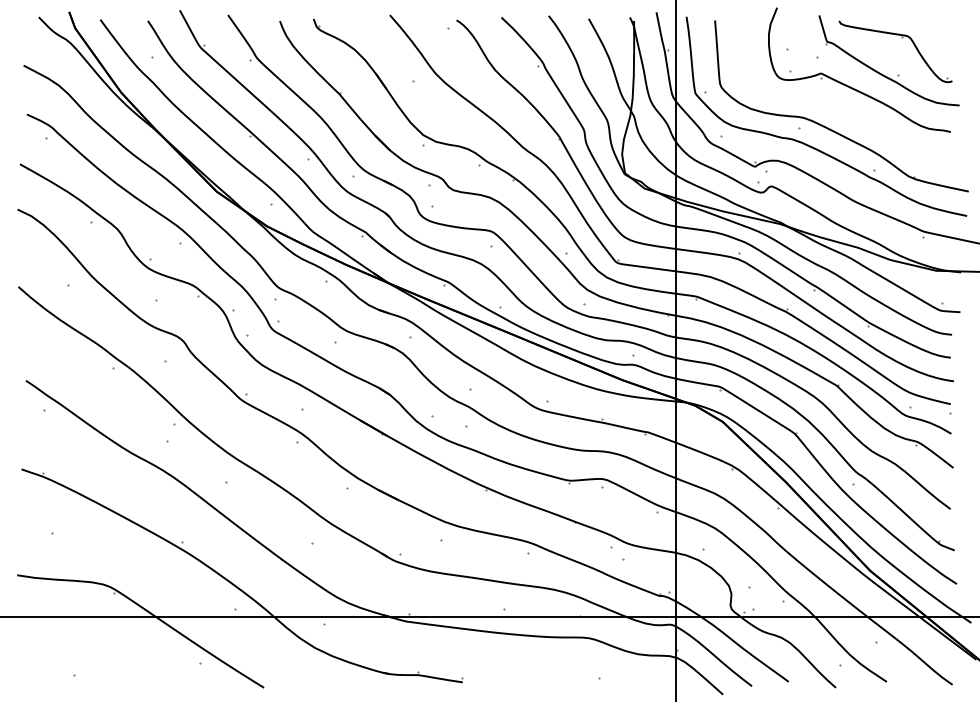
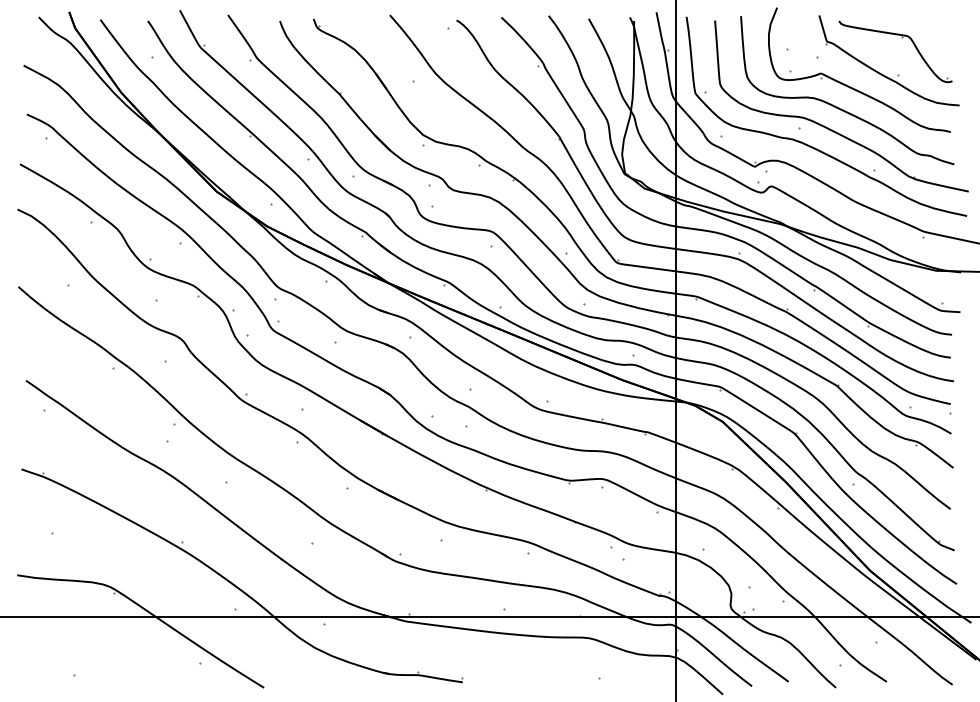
curve at (839, 107): none -> present
